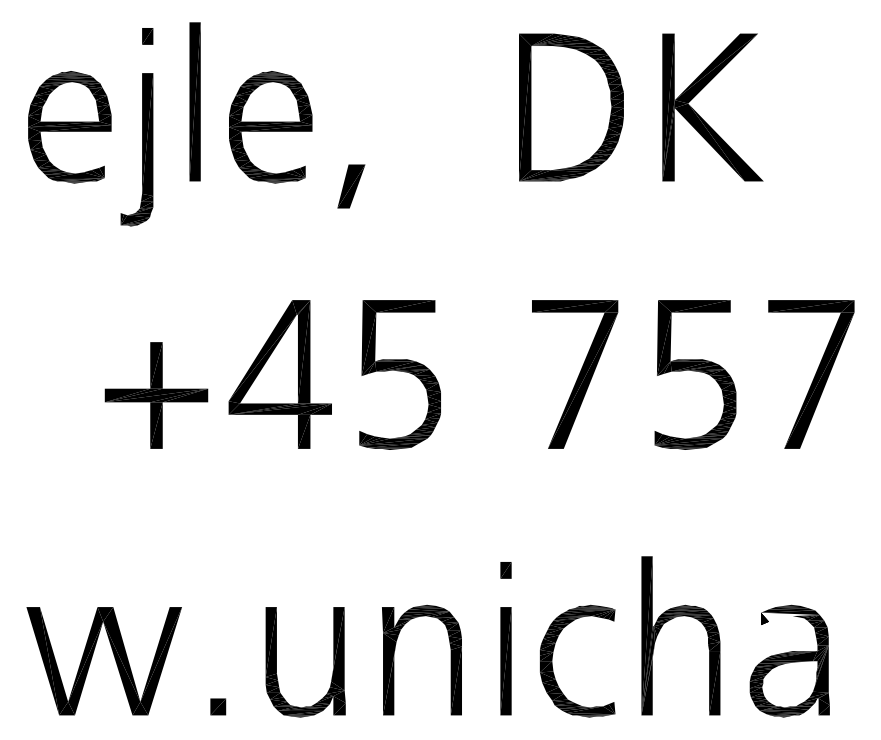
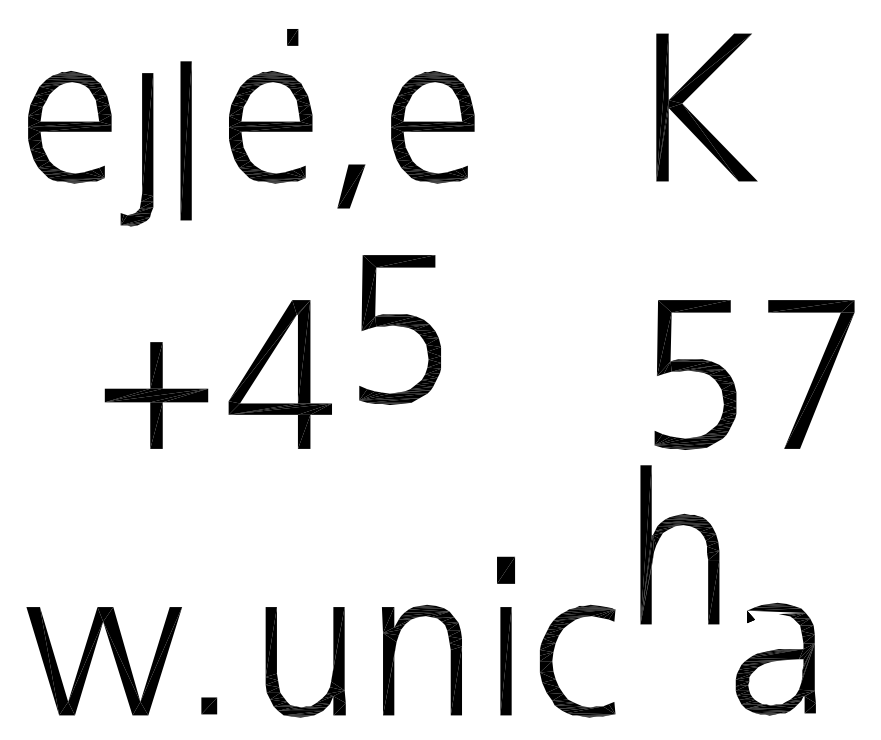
part at (147, 36) position: (147, 36) -> (292, 37)
part at (194, 101) position: (194, 101) -> (185, 140)
part at (571, 107): present -> none
part at (701, 117) position: (701, 117) -> (695, 117)
part at (432, 127): none -> present
part at (399, 374) position: (399, 374) -> (399, 329)
part at (575, 374): present -> none
part at (505, 570) size: 12x17 px -> 18x28 px
part at (672, 619) position: (672, 619) -> (671, 528)
part at (789, 660) position: (789, 660) -> (775, 658)
part at (218, 706) position: (218, 706) -> (209, 705)
